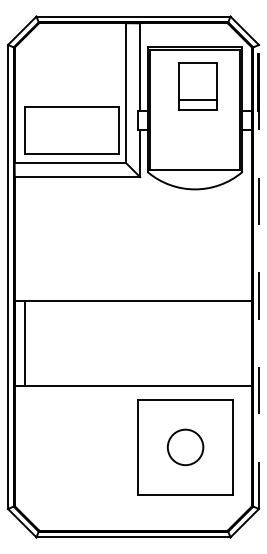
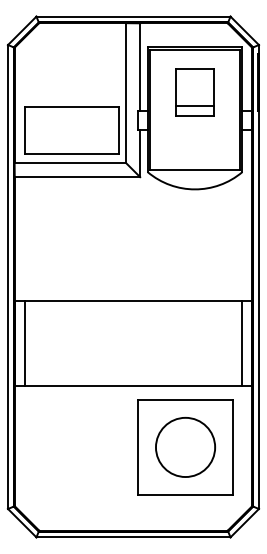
part at (197, 86) position: (197, 86) -> (194, 92)
line at (258, 277): dashed -> solid
line at (242, 342): none -> present
circle at (185, 447) diameter: 36 px -> 59 px
